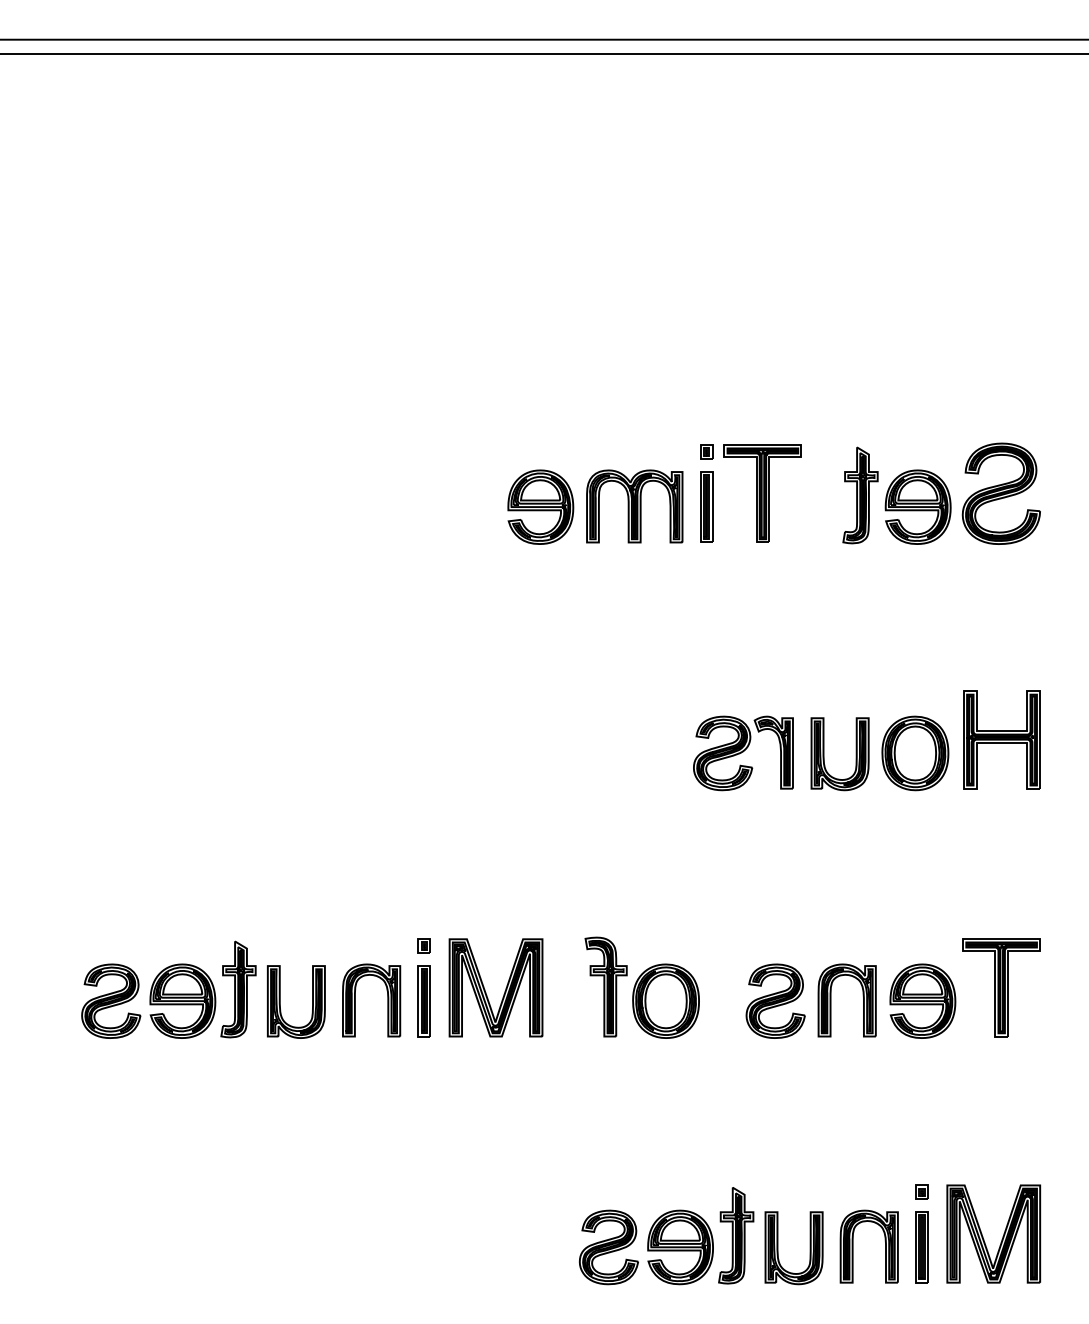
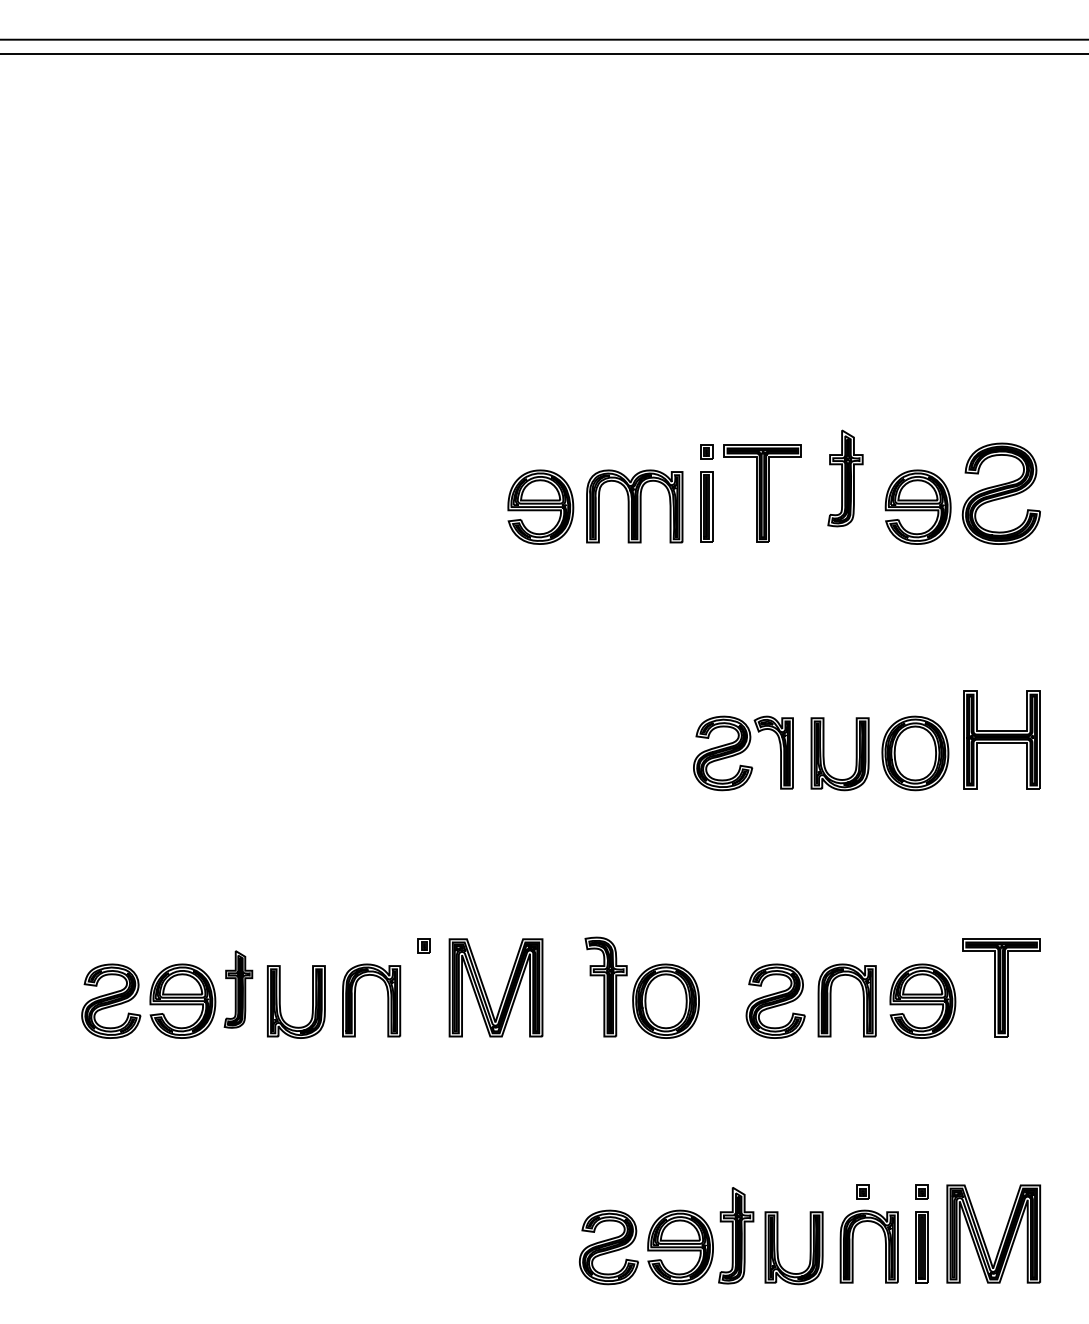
part at (860, 495) position: (860, 495) -> (845, 478)
part at (238, 989) size: 37x99 px -> 31x79 px
part at (423, 1001): present -> none
part at (862, 1191): none -> present
